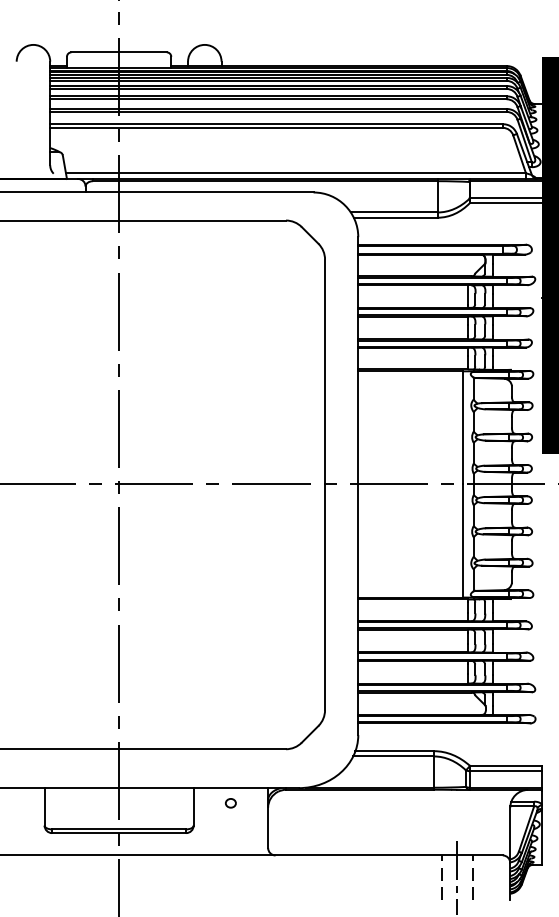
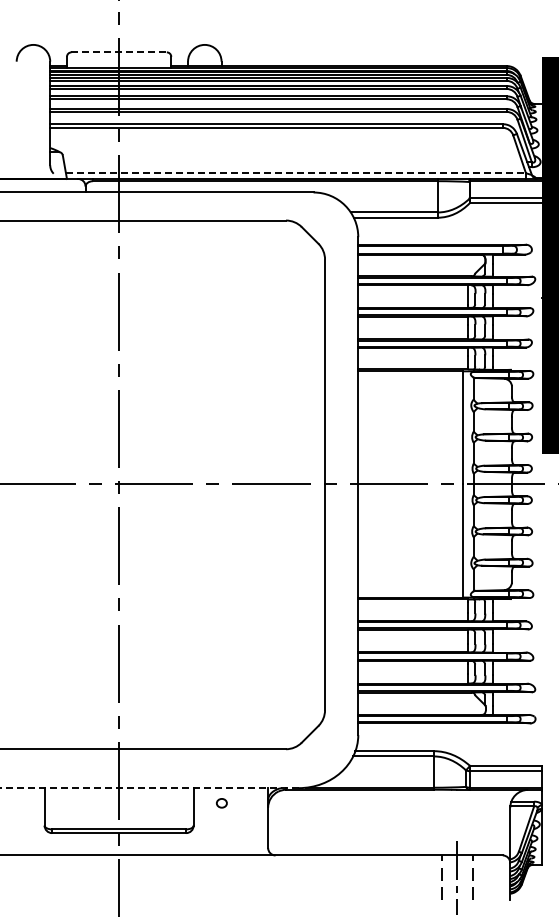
line at (119, 52): solid -> dashed
line at (295, 173): solid -> dashed
line at (150, 788): solid -> dashed
part at (230, 803) position: (230, 803) -> (221, 803)
